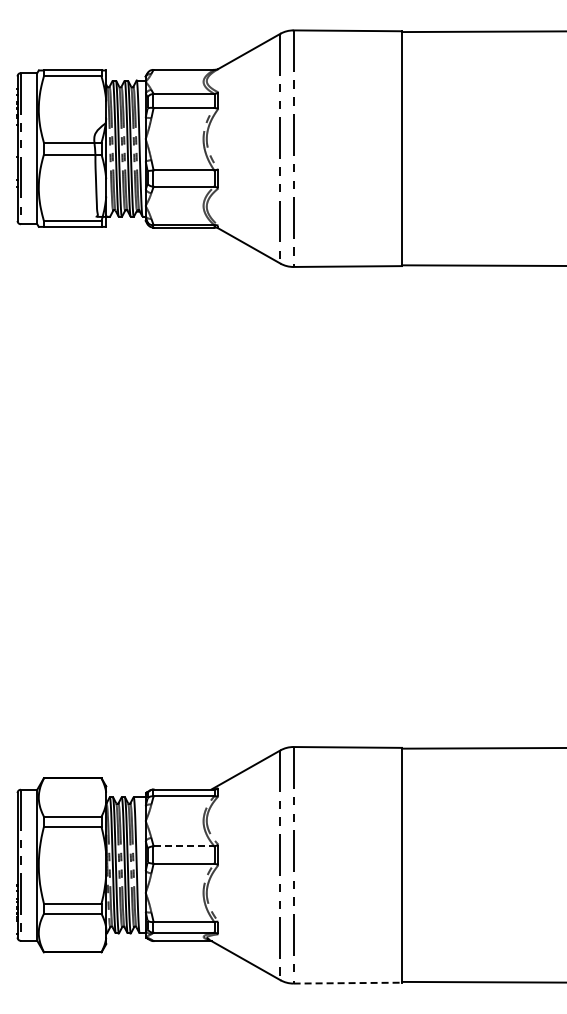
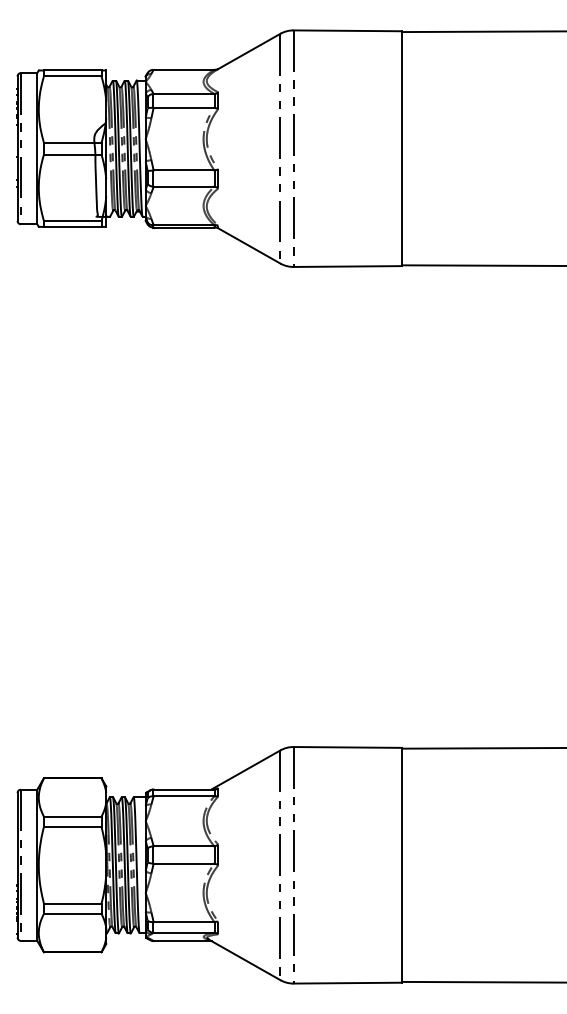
line at (184, 846): dashed -> solid
line at (348, 983): dashed -> solid
